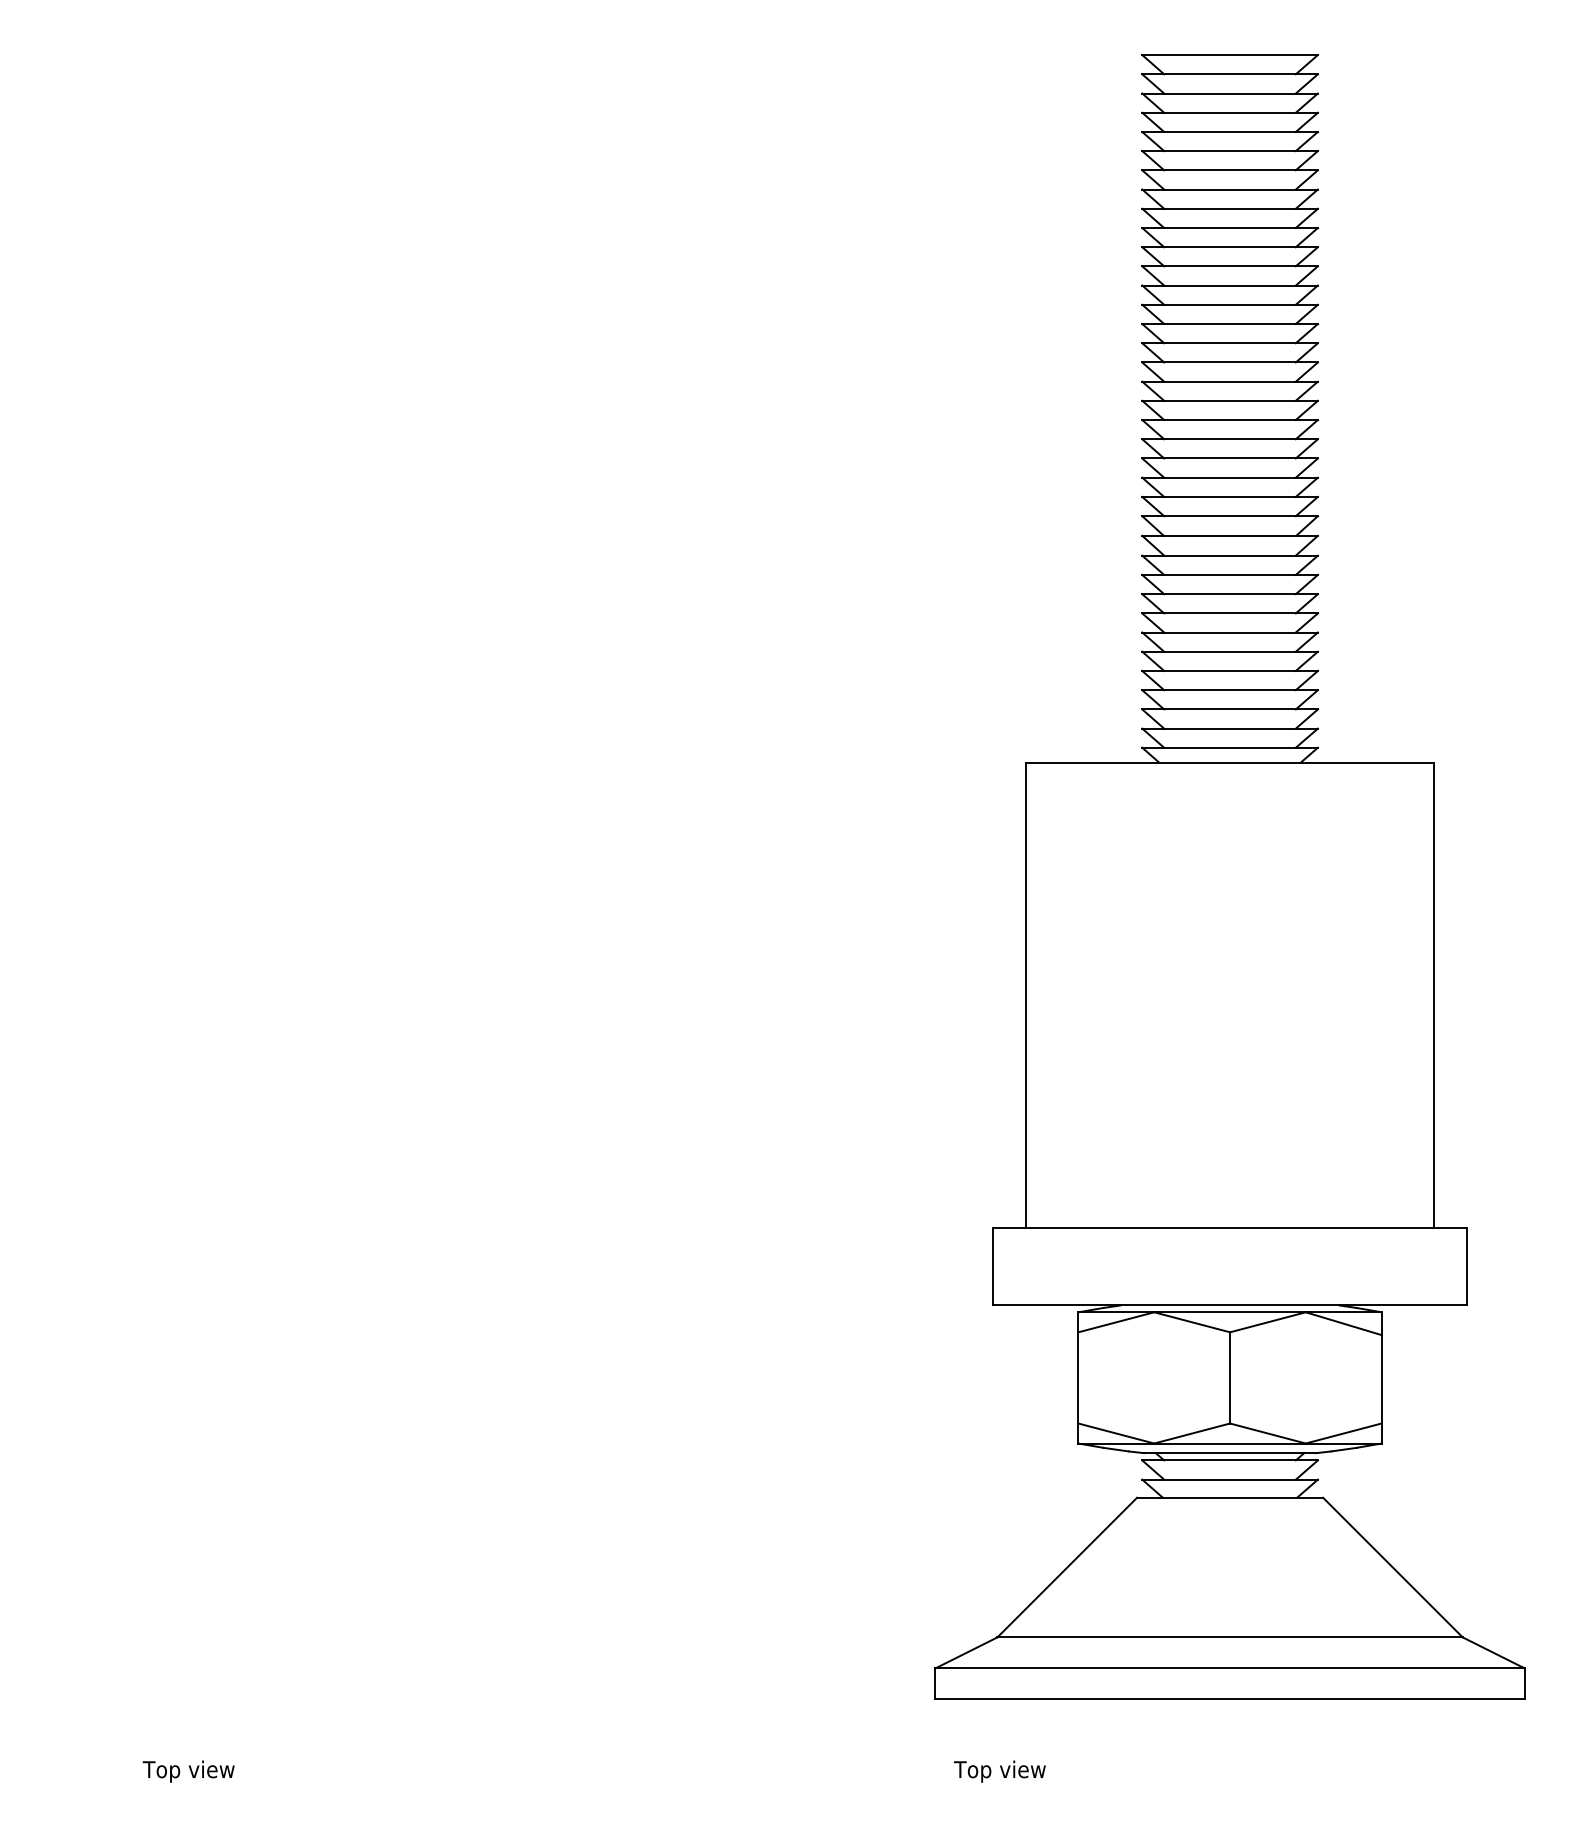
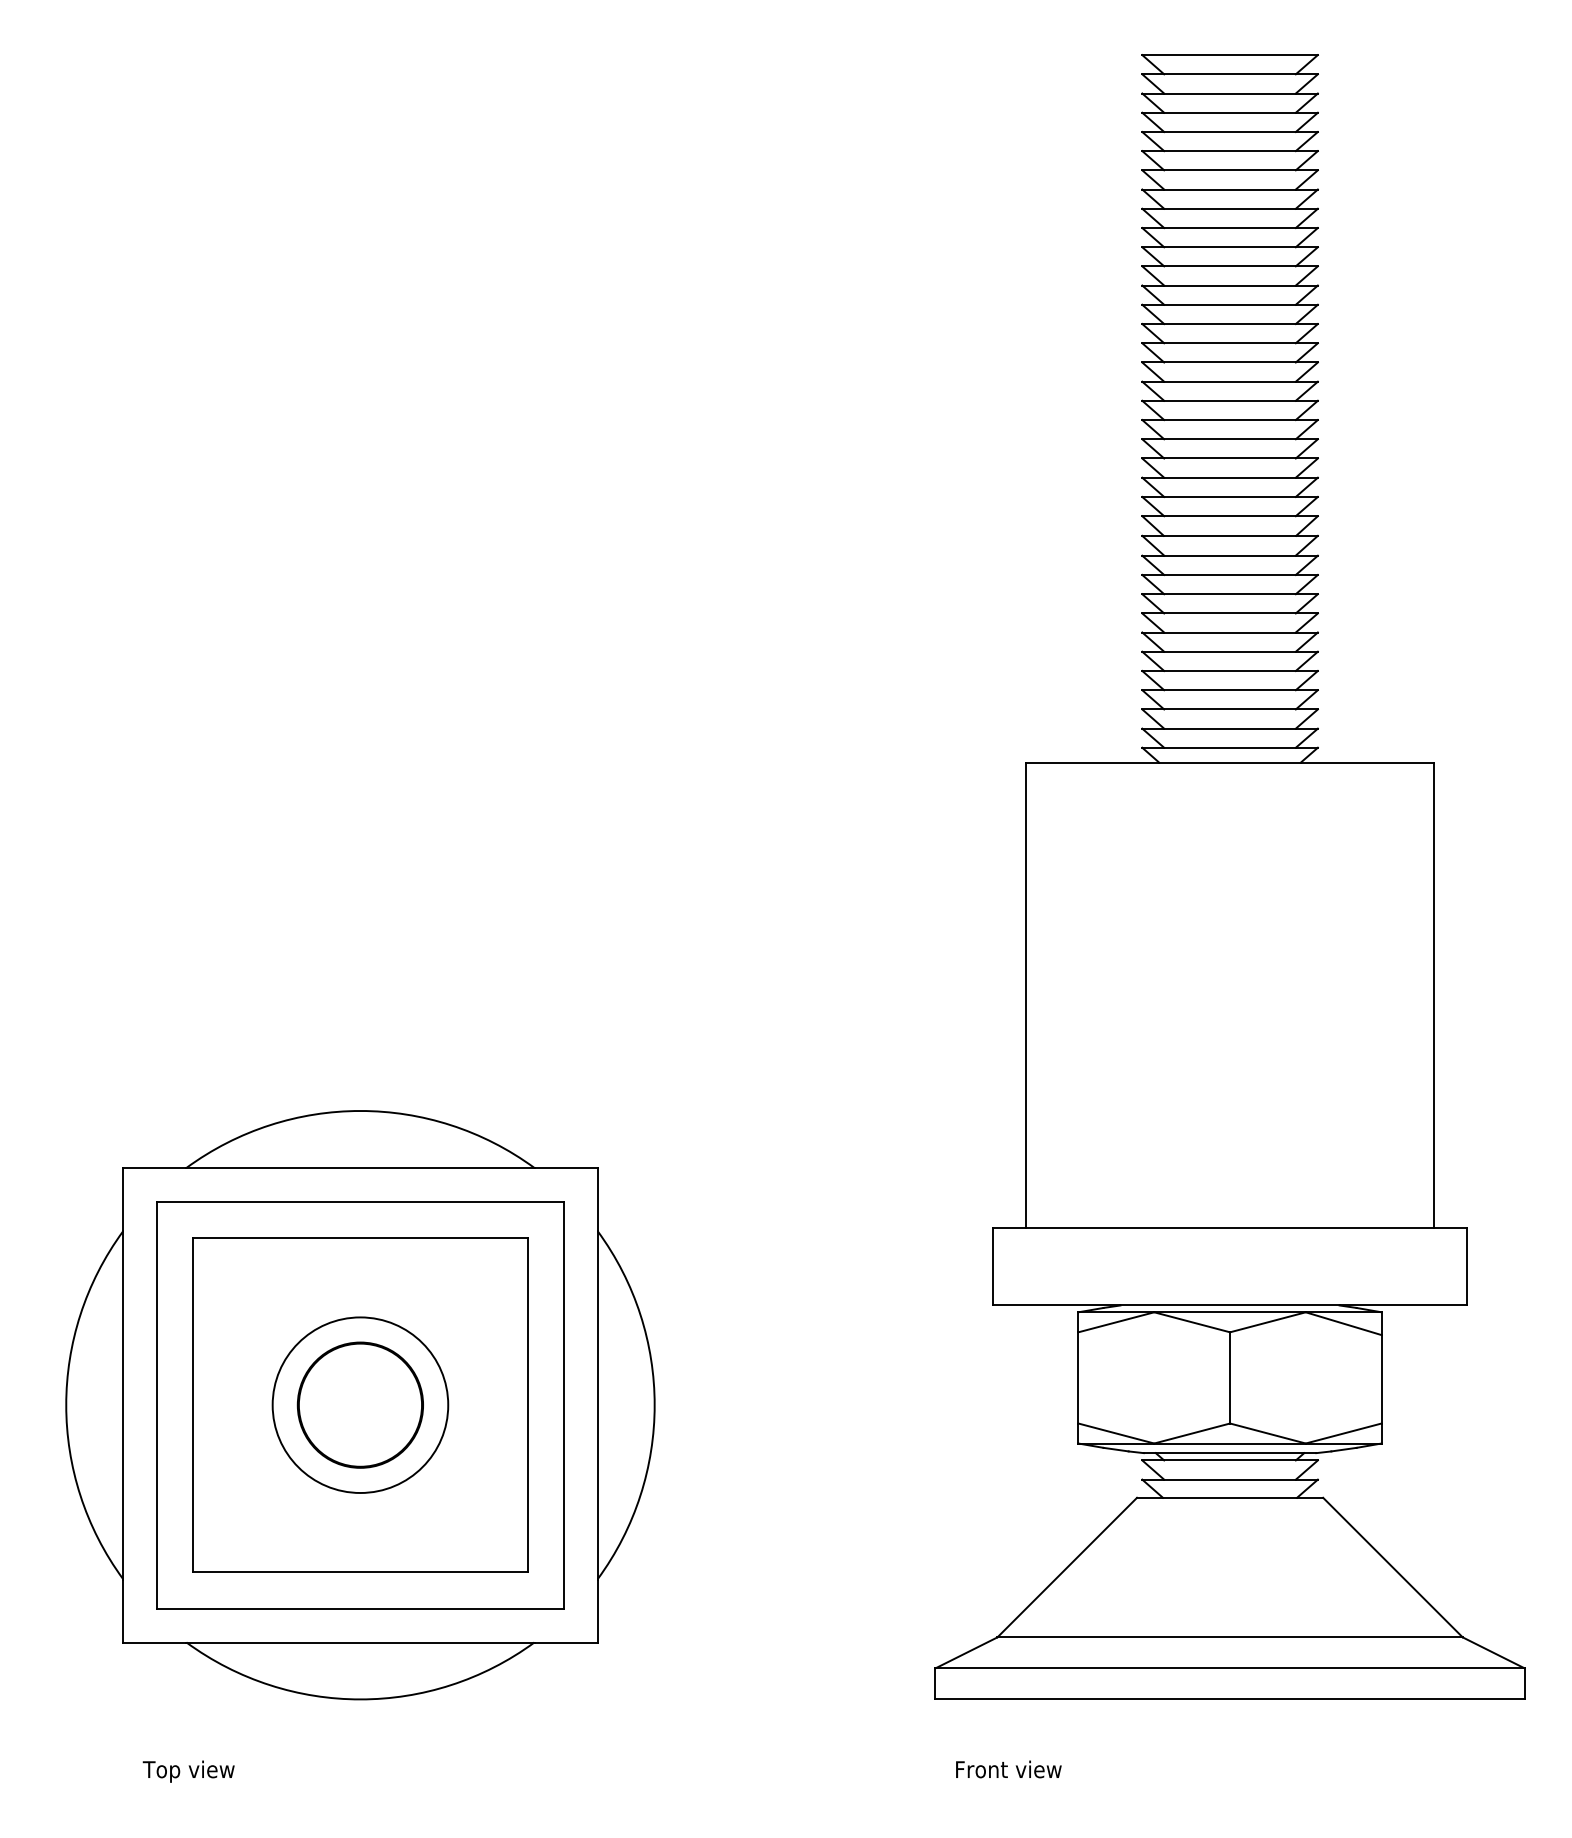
part at (360, 1405): none -> present
text at (1007, 1771): Top view -> Front view
